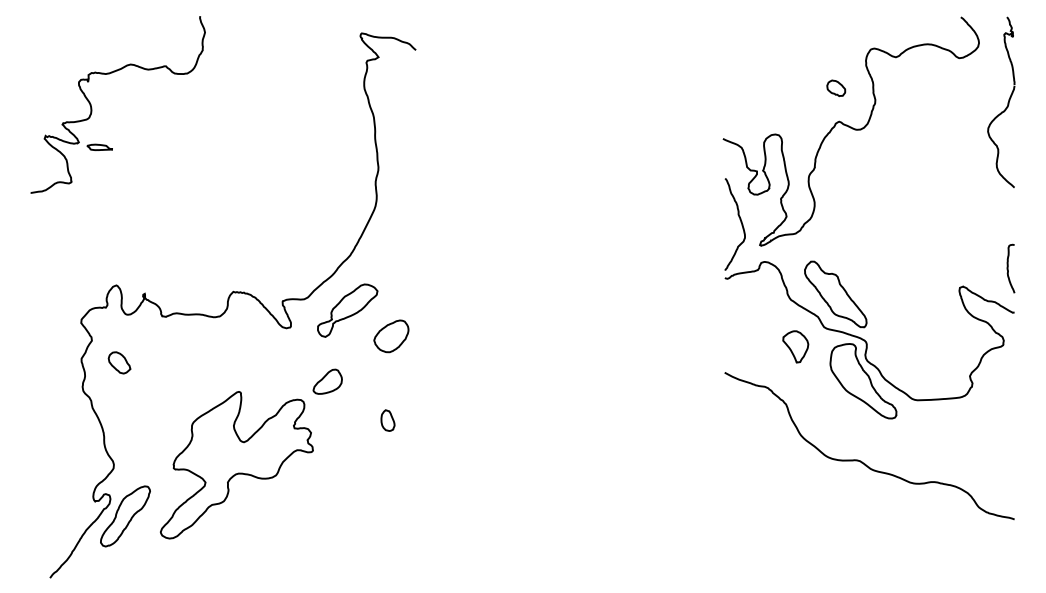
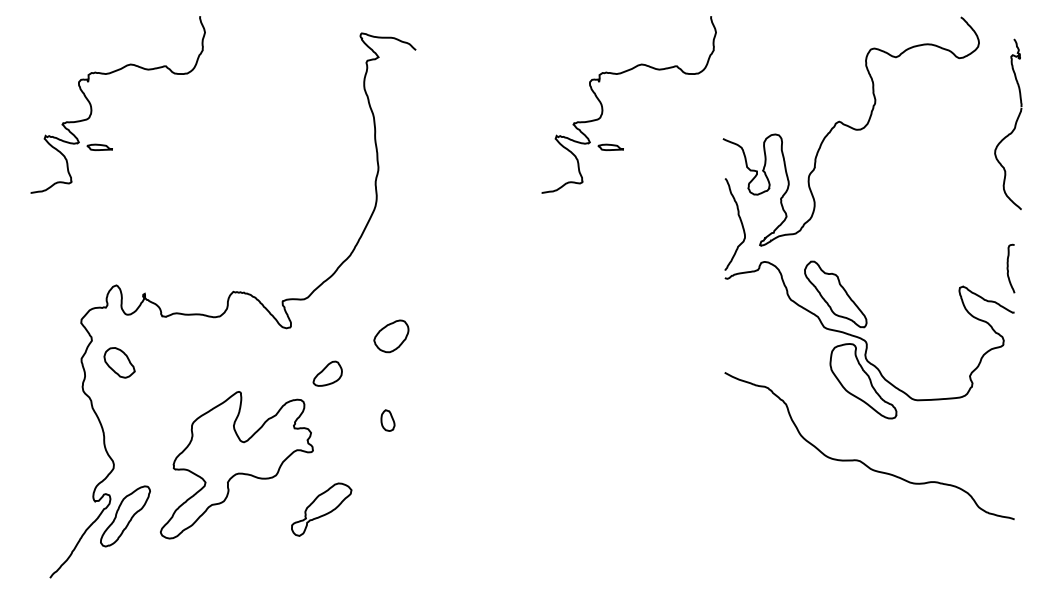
part at (836, 87): present -> none
part at (1007, 102) position: (1007, 102) -> (1014, 124)
part at (603, 107): none -> present
part at (347, 310) position: (347, 310) -> (321, 509)
part at (795, 346): present -> none
part at (119, 362) size: 25x24 px -> 33x32 px
part at (327, 381) position: (327, 381) -> (327, 373)
